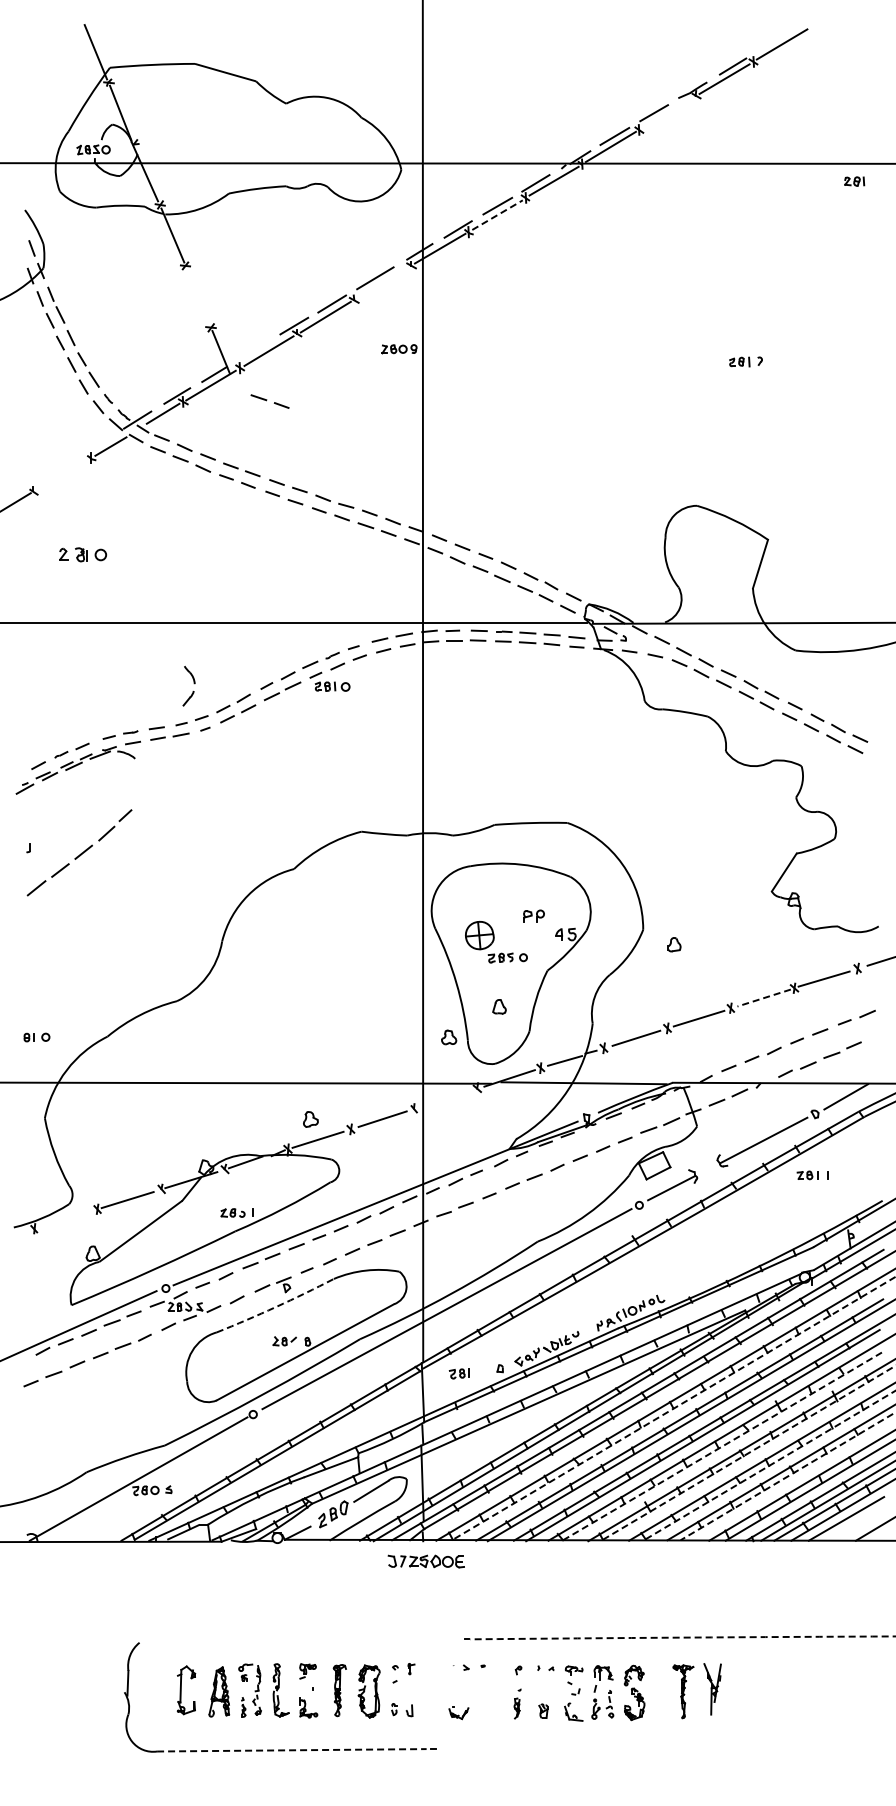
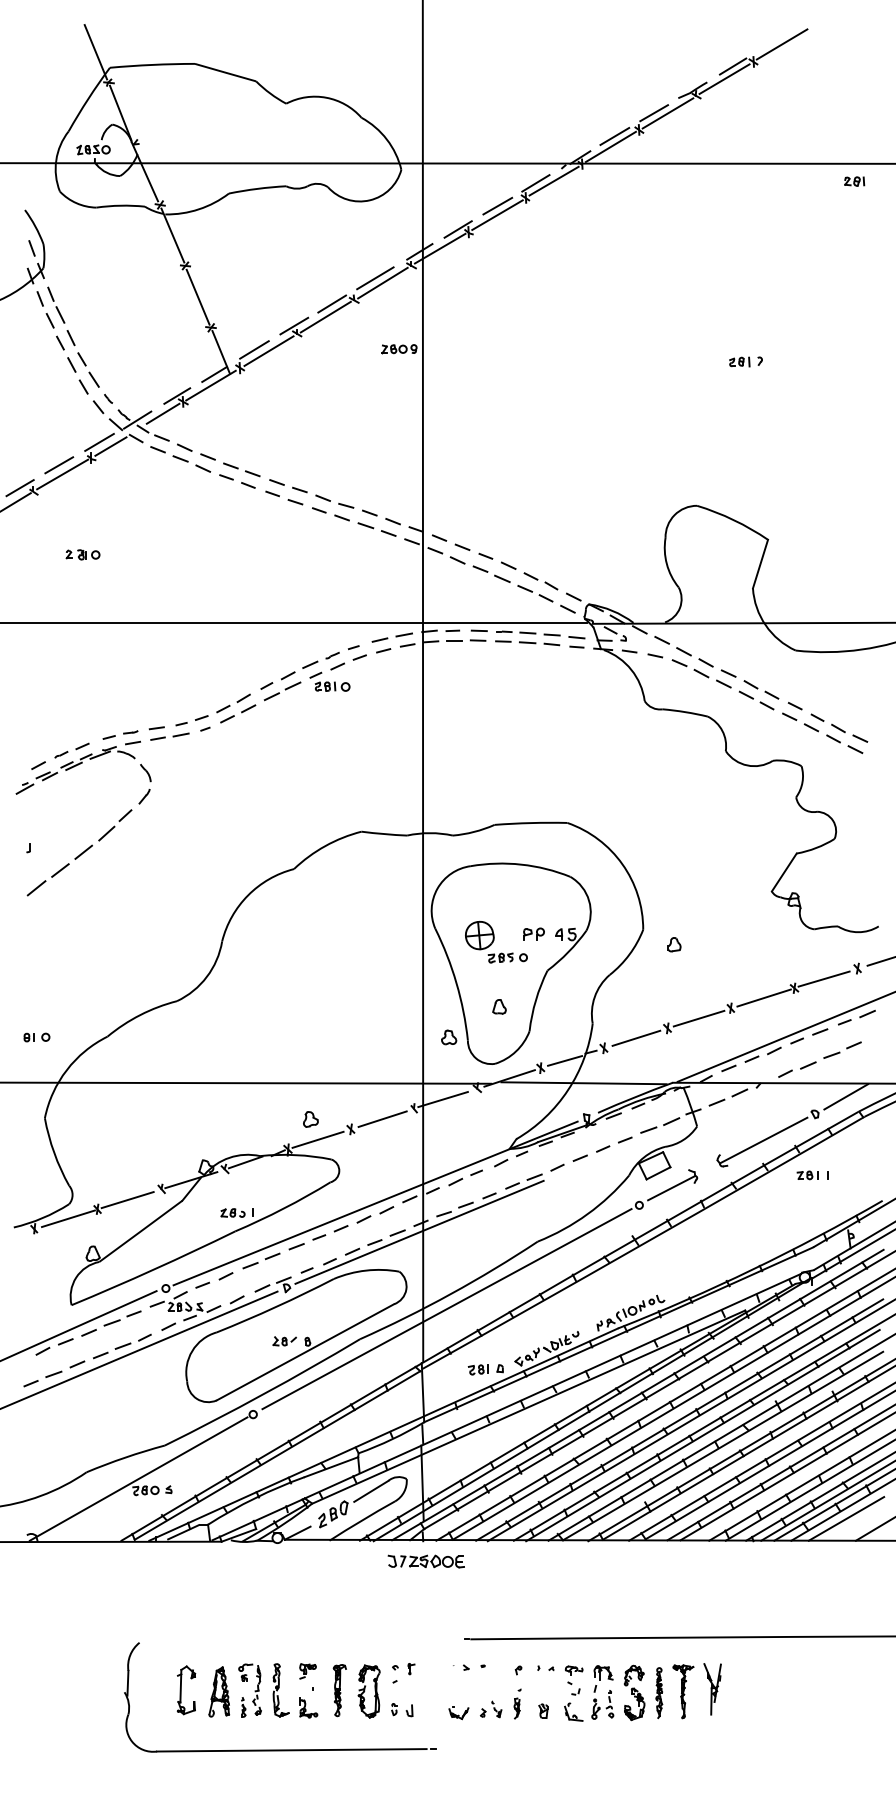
line at (667, 113): none -> present
line at (497, 214): dashed -> solid
line at (382, 282): none -> present
line at (197, 296): none -> present
line at (254, 349): none -> present
part at (269, 401): present -> none
line at (99, 441): none -> present
line at (59, 465): none -> present
line at (62, 474): none -> present
line at (19, 488): none -> present
part at (82, 554) size: 48x16 px -> 36x12 px
part at (188, 686) position: (188, 686) -> (144, 784)
part at (533, 915) position: (533, 915) -> (533, 933)
line at (763, 998): dashed -> solid
line at (784, 1037): none -> present
line at (442, 1099): none -> present
line at (67, 1218): none -> present
line at (419, 1231): none -> present
arc at (275, 1307): dashed -> solid
line at (139, 1349): none -> present
part at (458, 1373) position: (458, 1373) -> (477, 1369)
line at (673, 1408): dashed -> solid
line at (723, 1446): dashed -> solid
line at (749, 1452): dashed -> solid
line at (771, 1464): dashed -> solid
line at (787, 1476): dashed -> solid
arc at (683, 1637): dashed -> solid
part at (659, 1693): none -> present
part at (491, 1709): none -> present
line at (291, 1750): dashed -> solid
